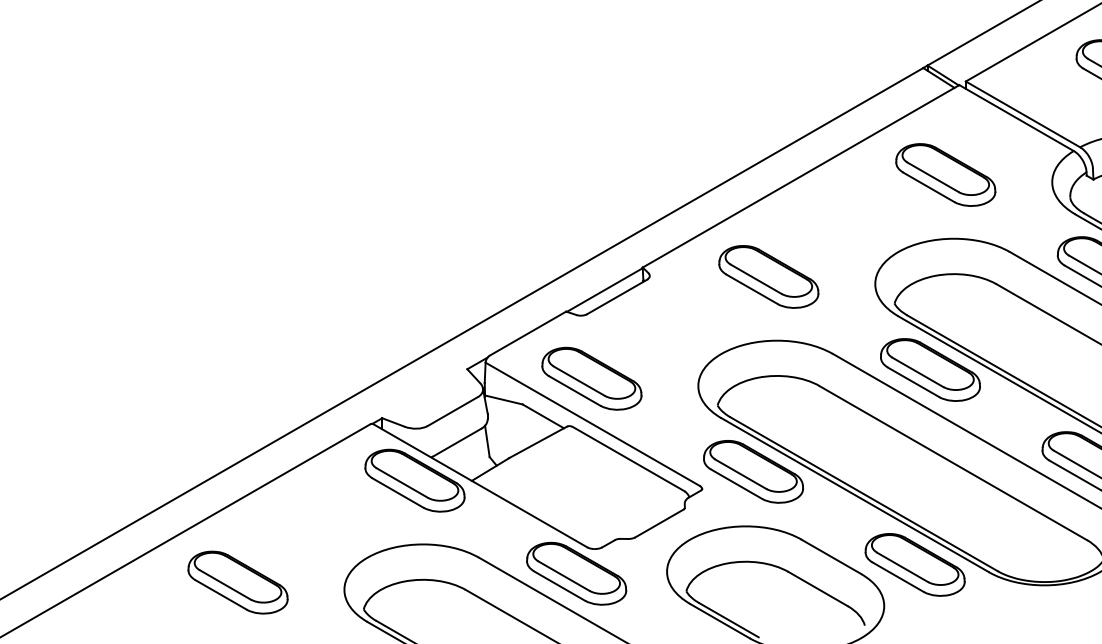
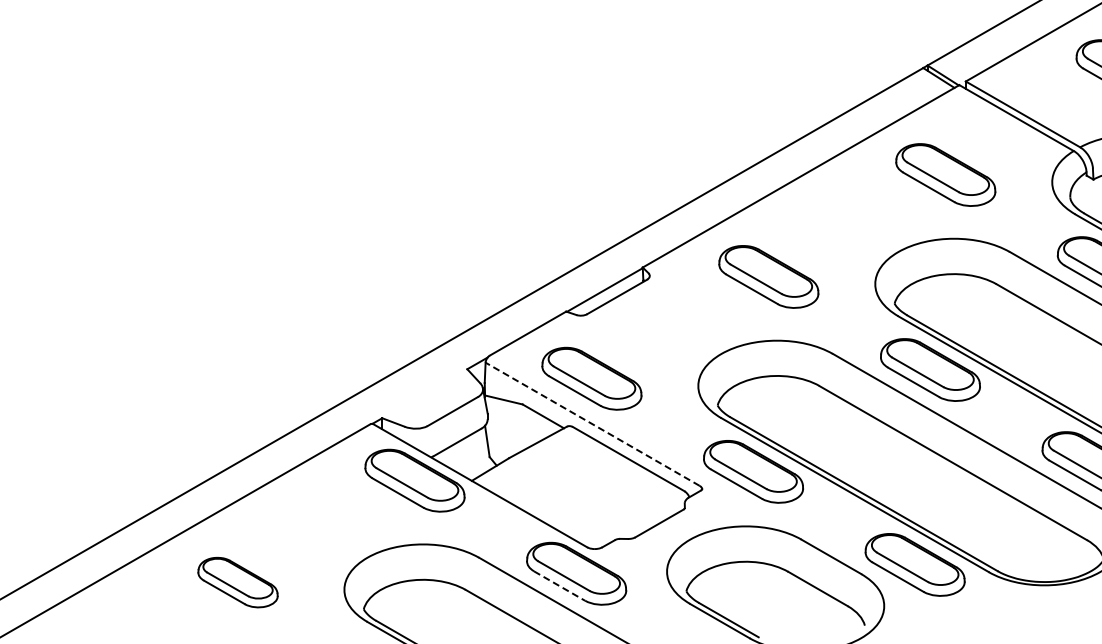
line at (592, 424): solid -> dashed
part at (237, 582) size: 102x65 px -> 82x52 px
line at (560, 586): solid -> dashed
